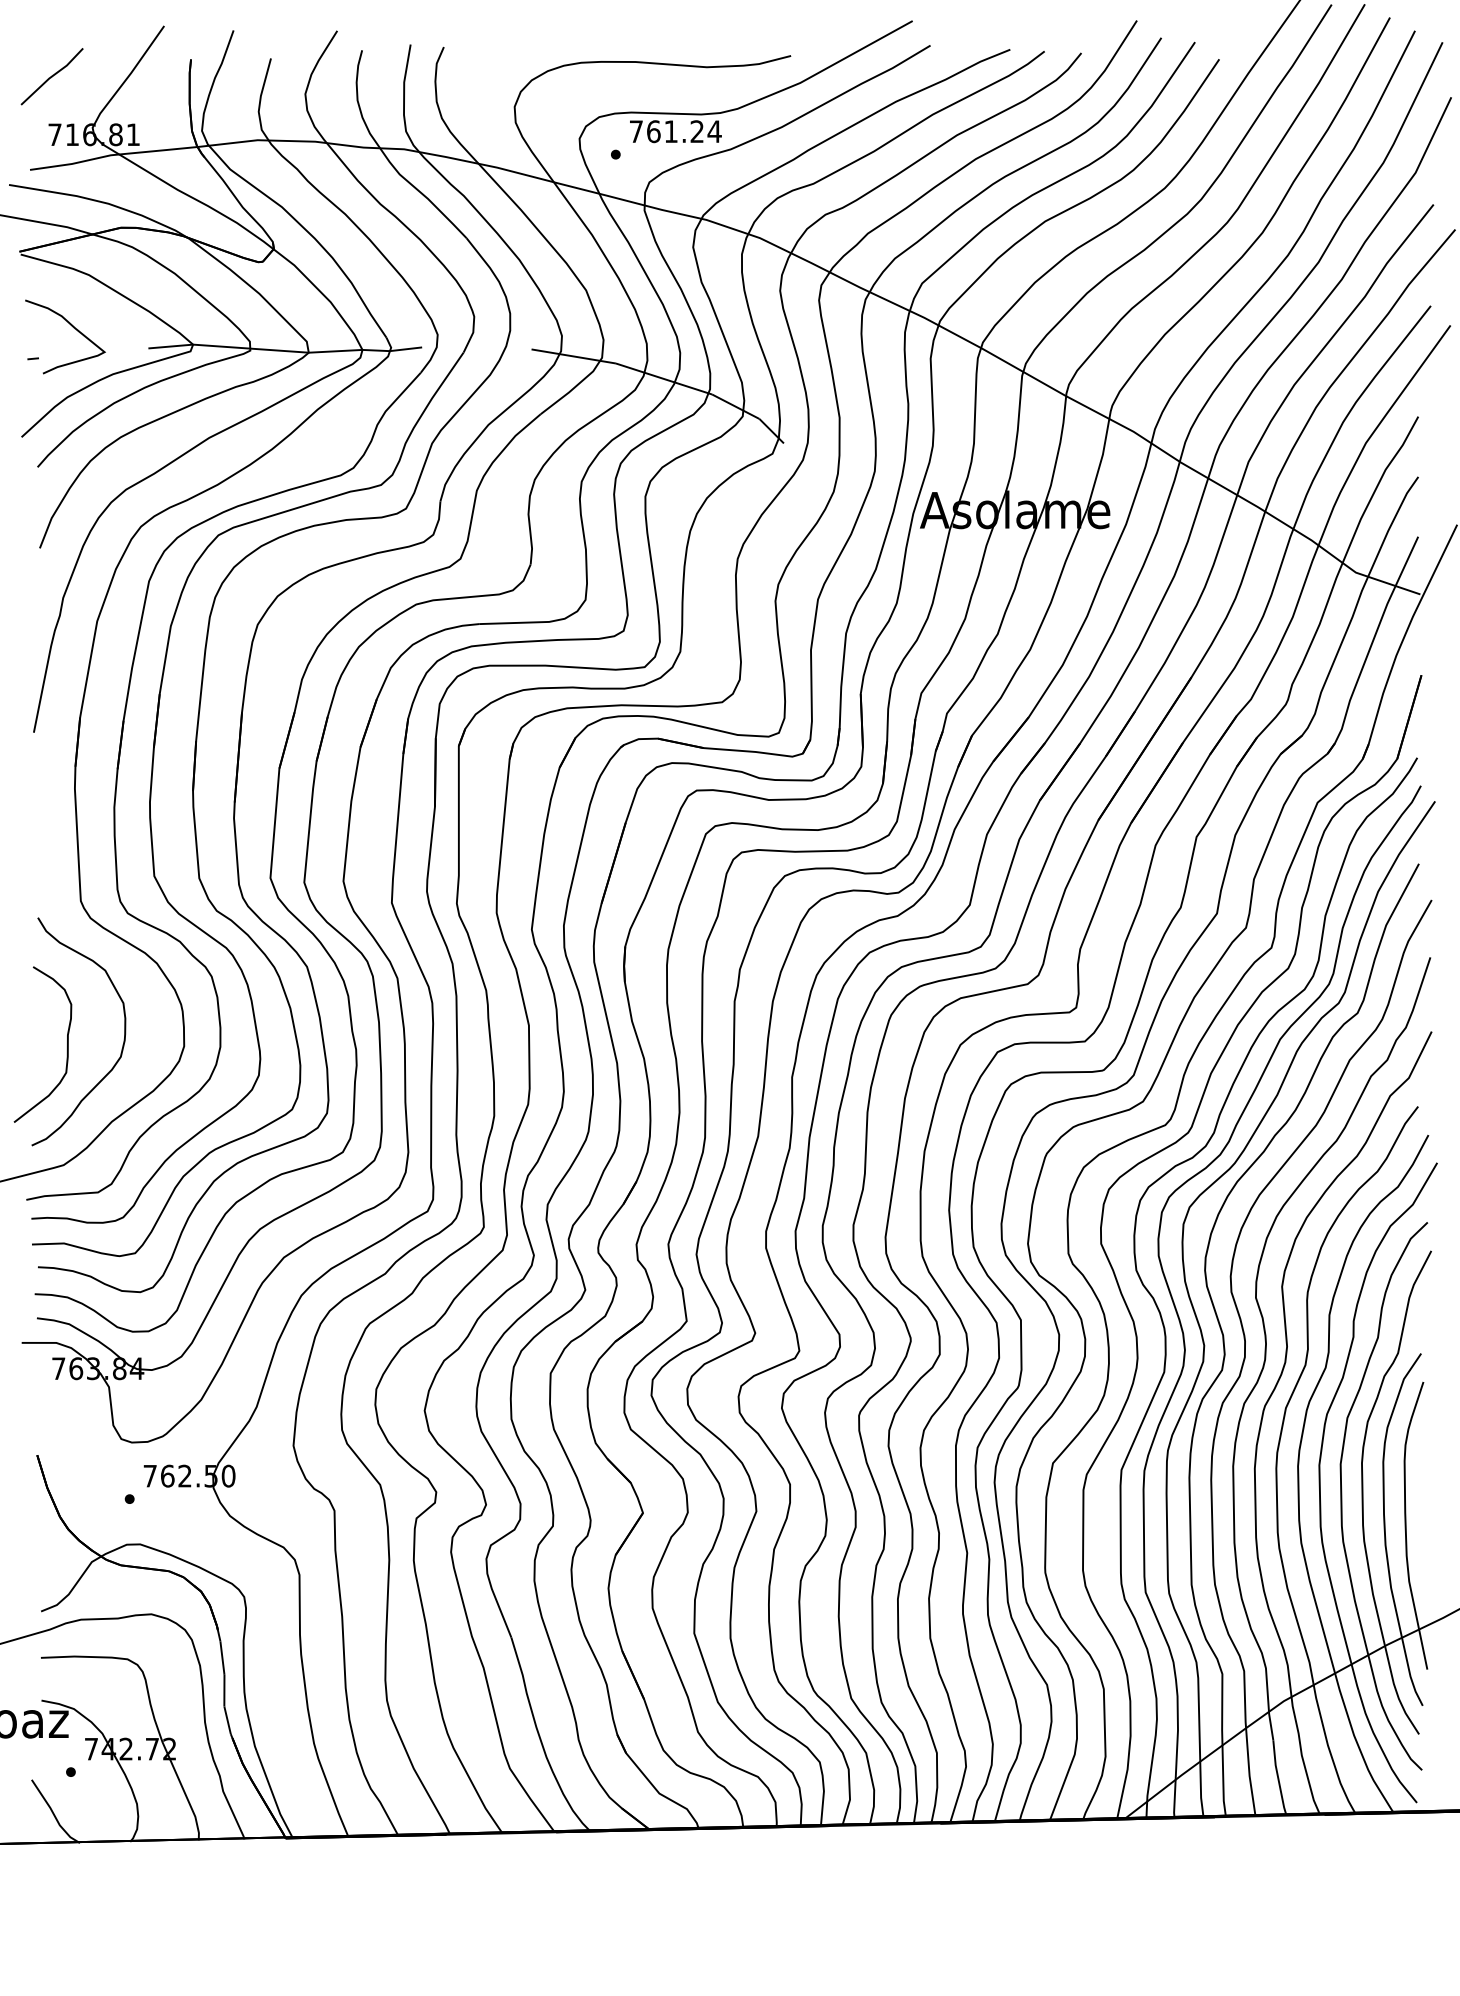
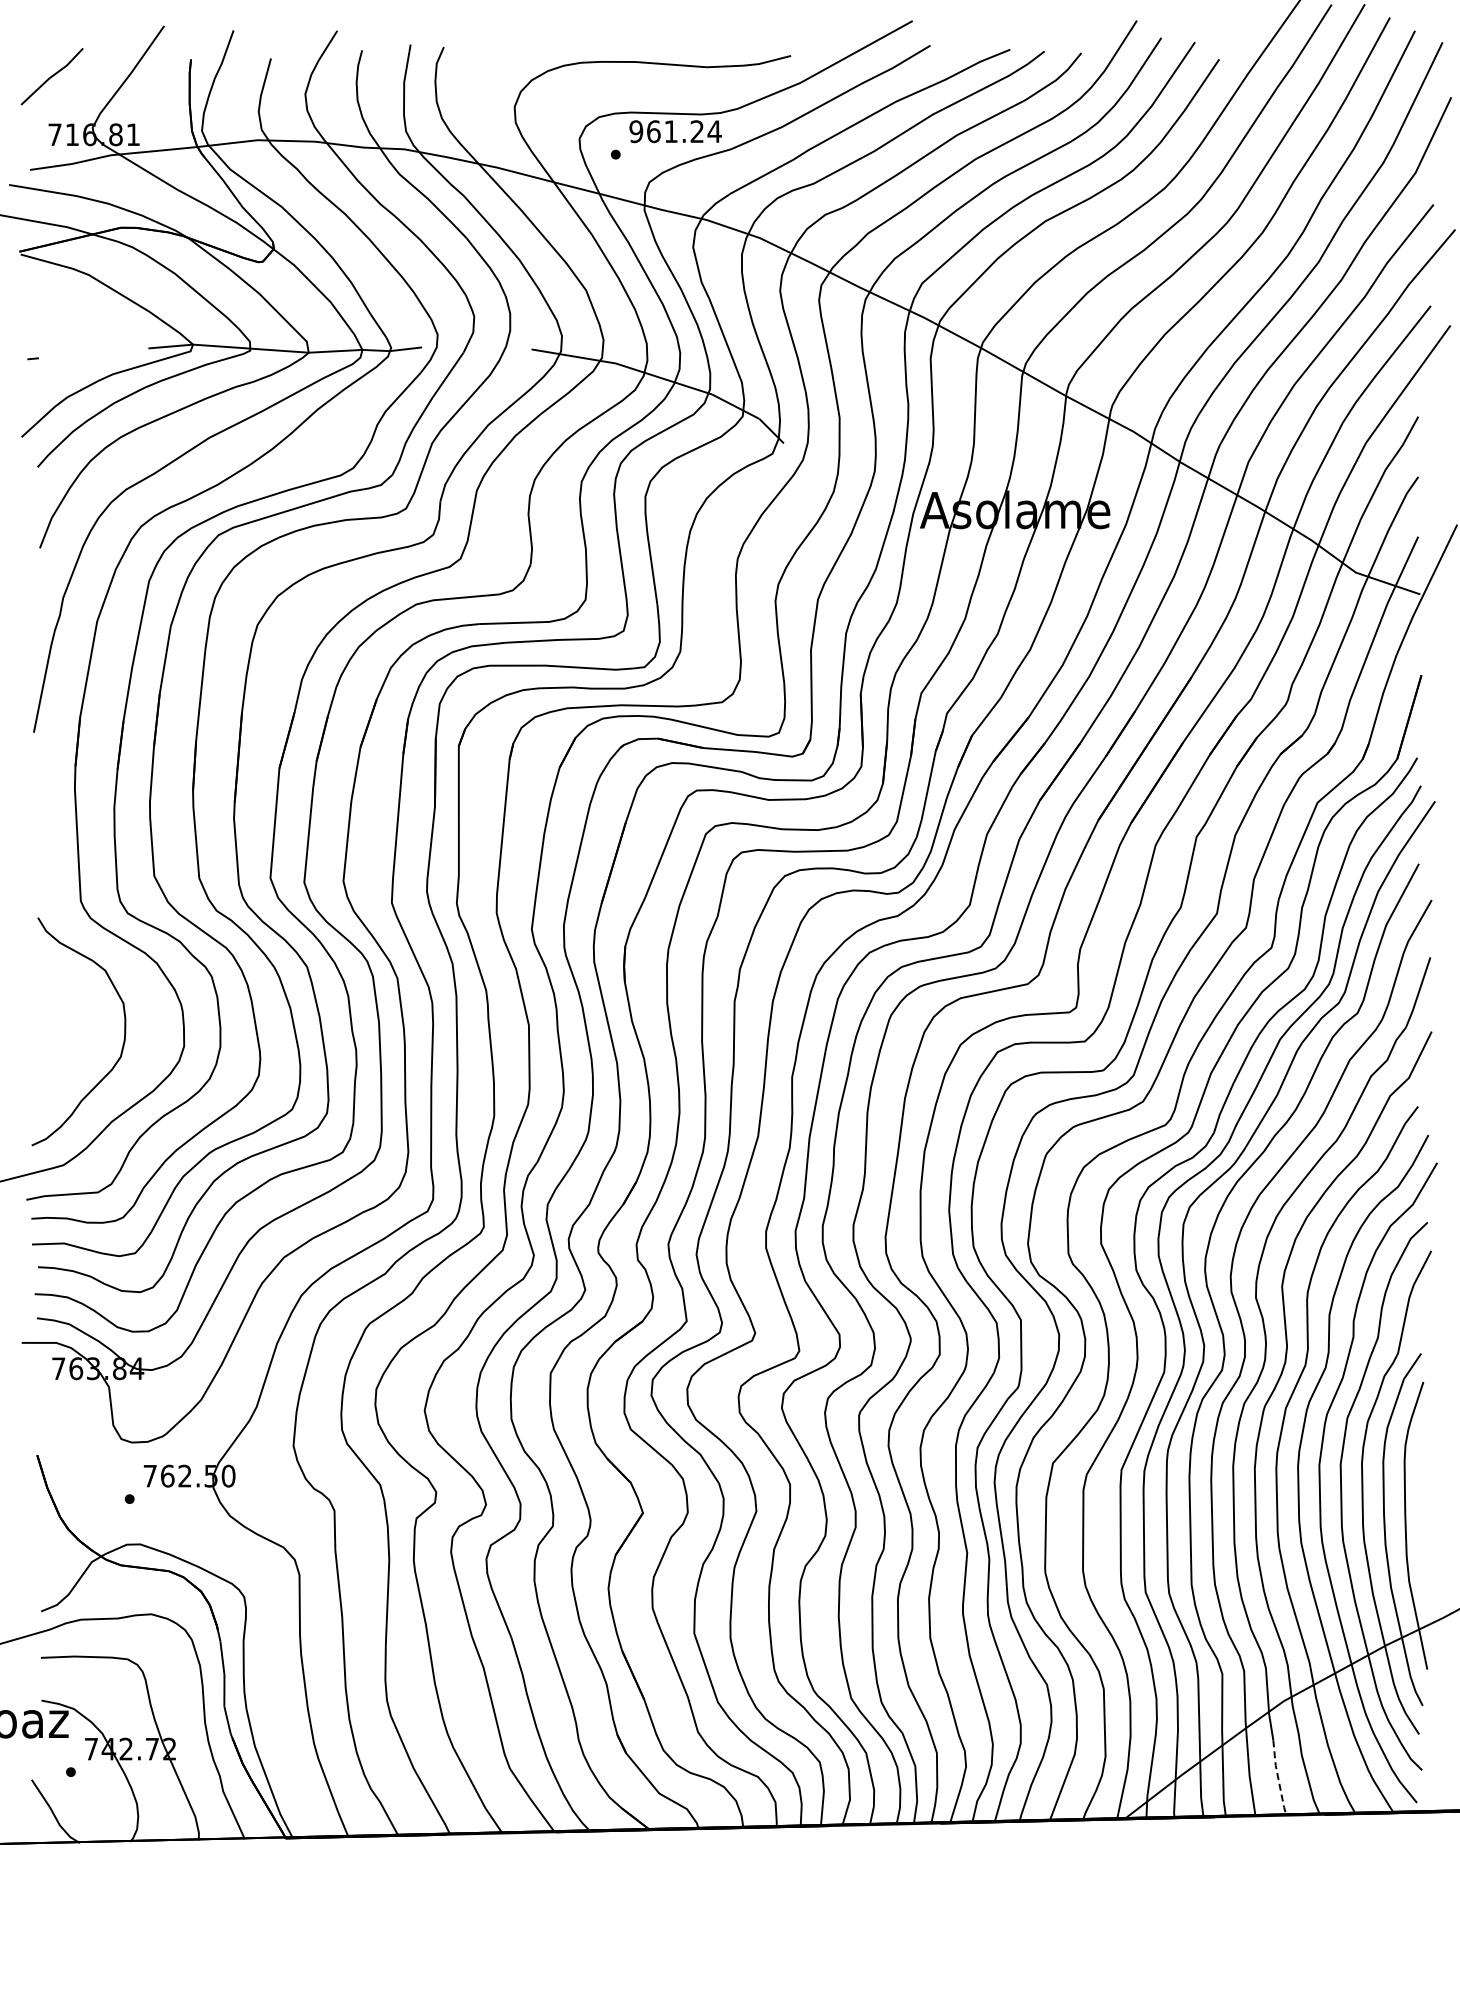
text at (636, 131): 761.24 -> 961.24
curve at (73, 328): present -> none
curve at (66, 1049): present -> none
line at (1278, 1778): solid -> dashed
